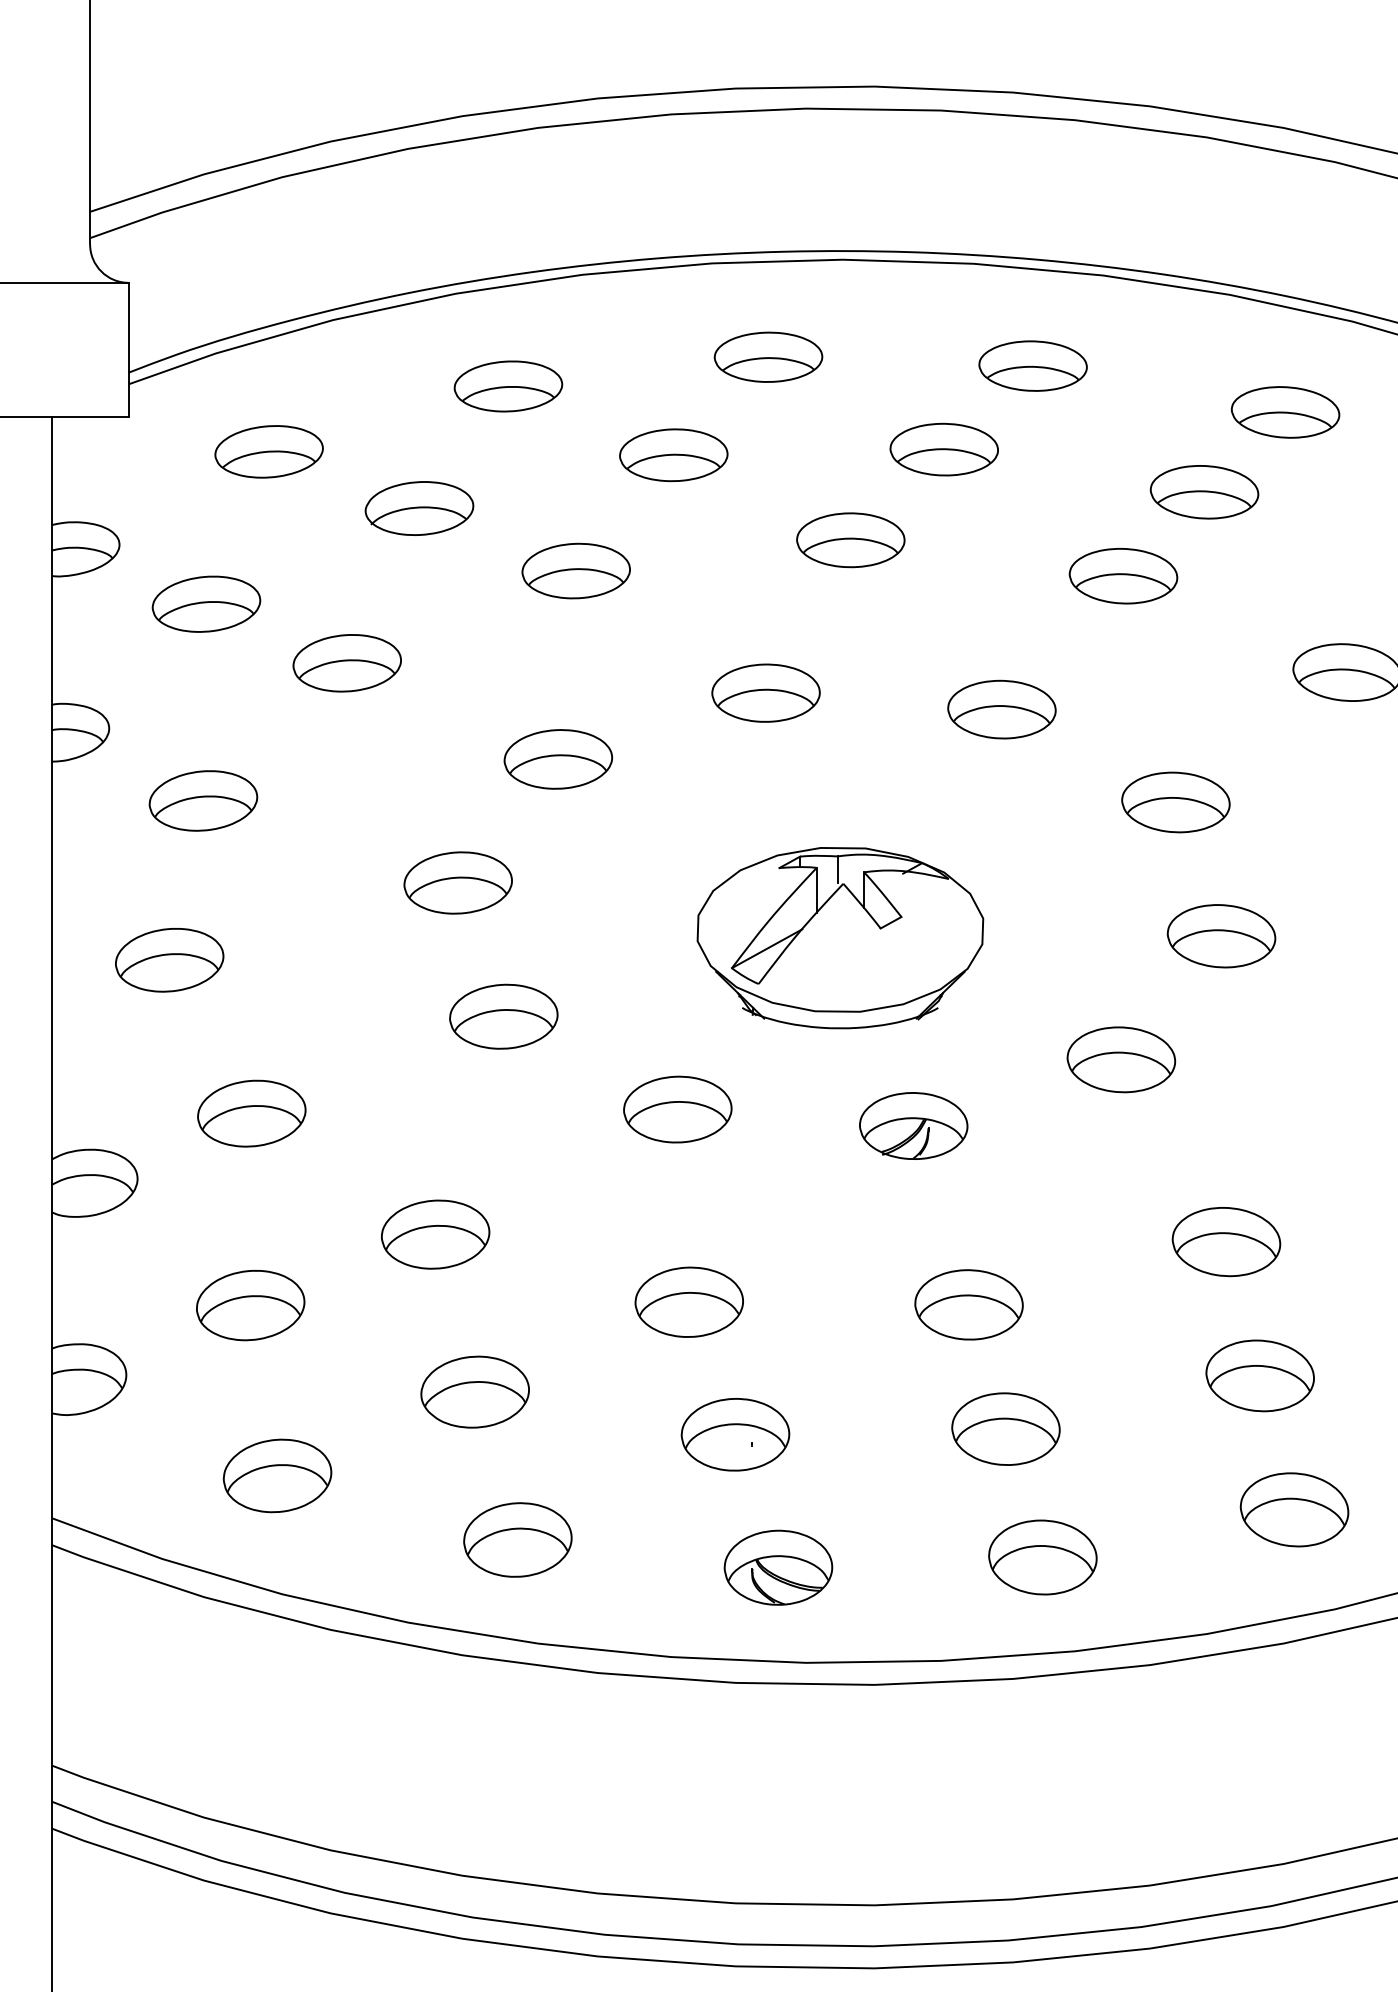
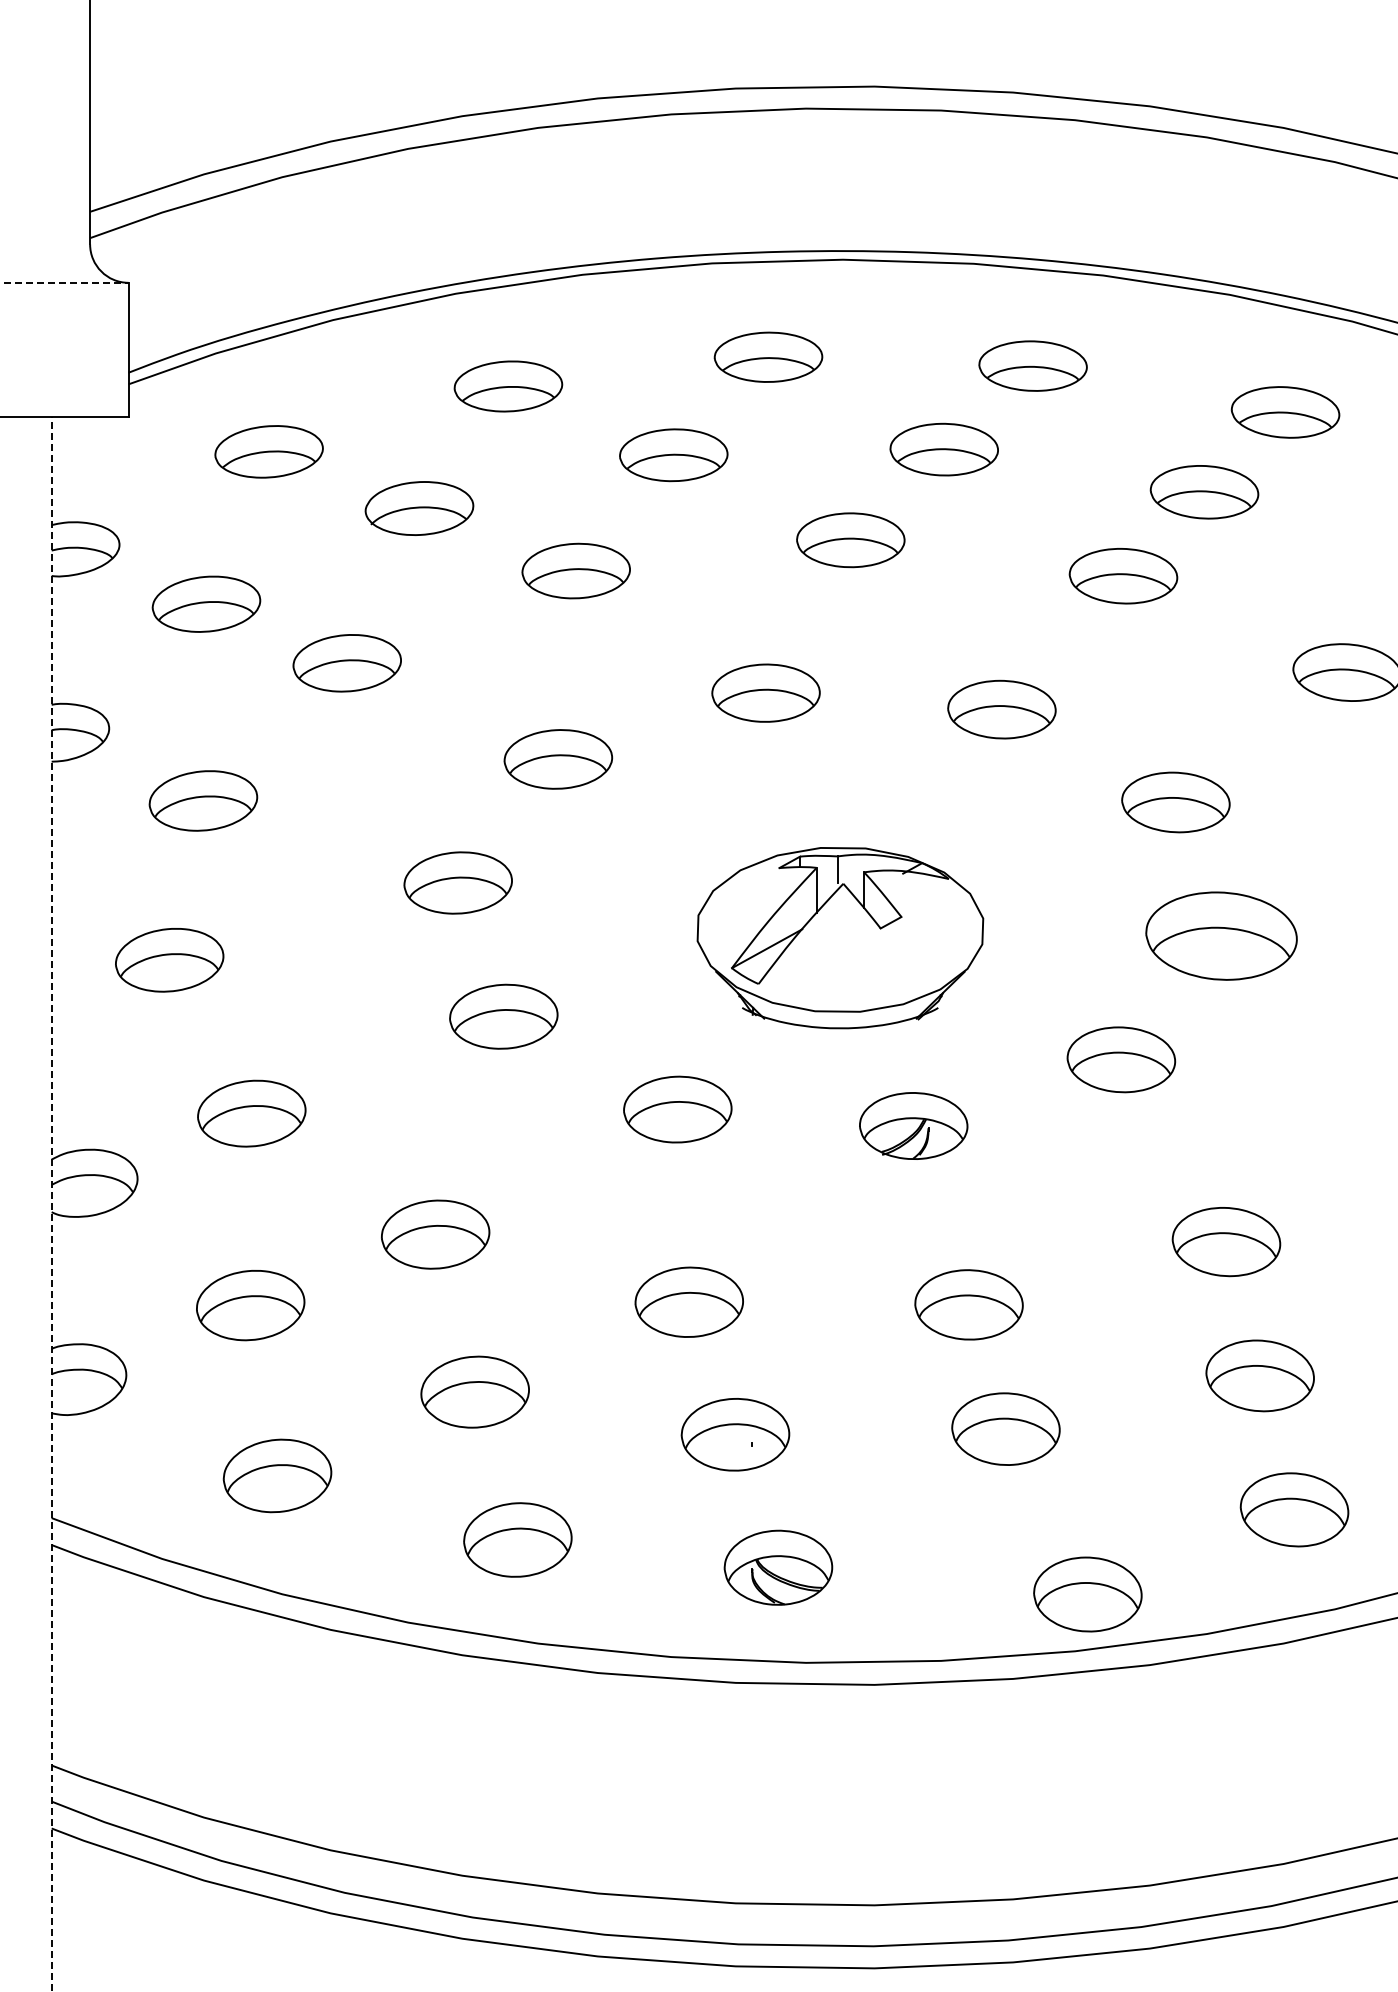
line at (64, 282): solid -> dashed
part at (1221, 936) size: 111x65 px -> 153x90 px
line at (51, 1204): solid -> dashed
part at (1042, 1557) position: (1042, 1557) -> (1087, 1594)
